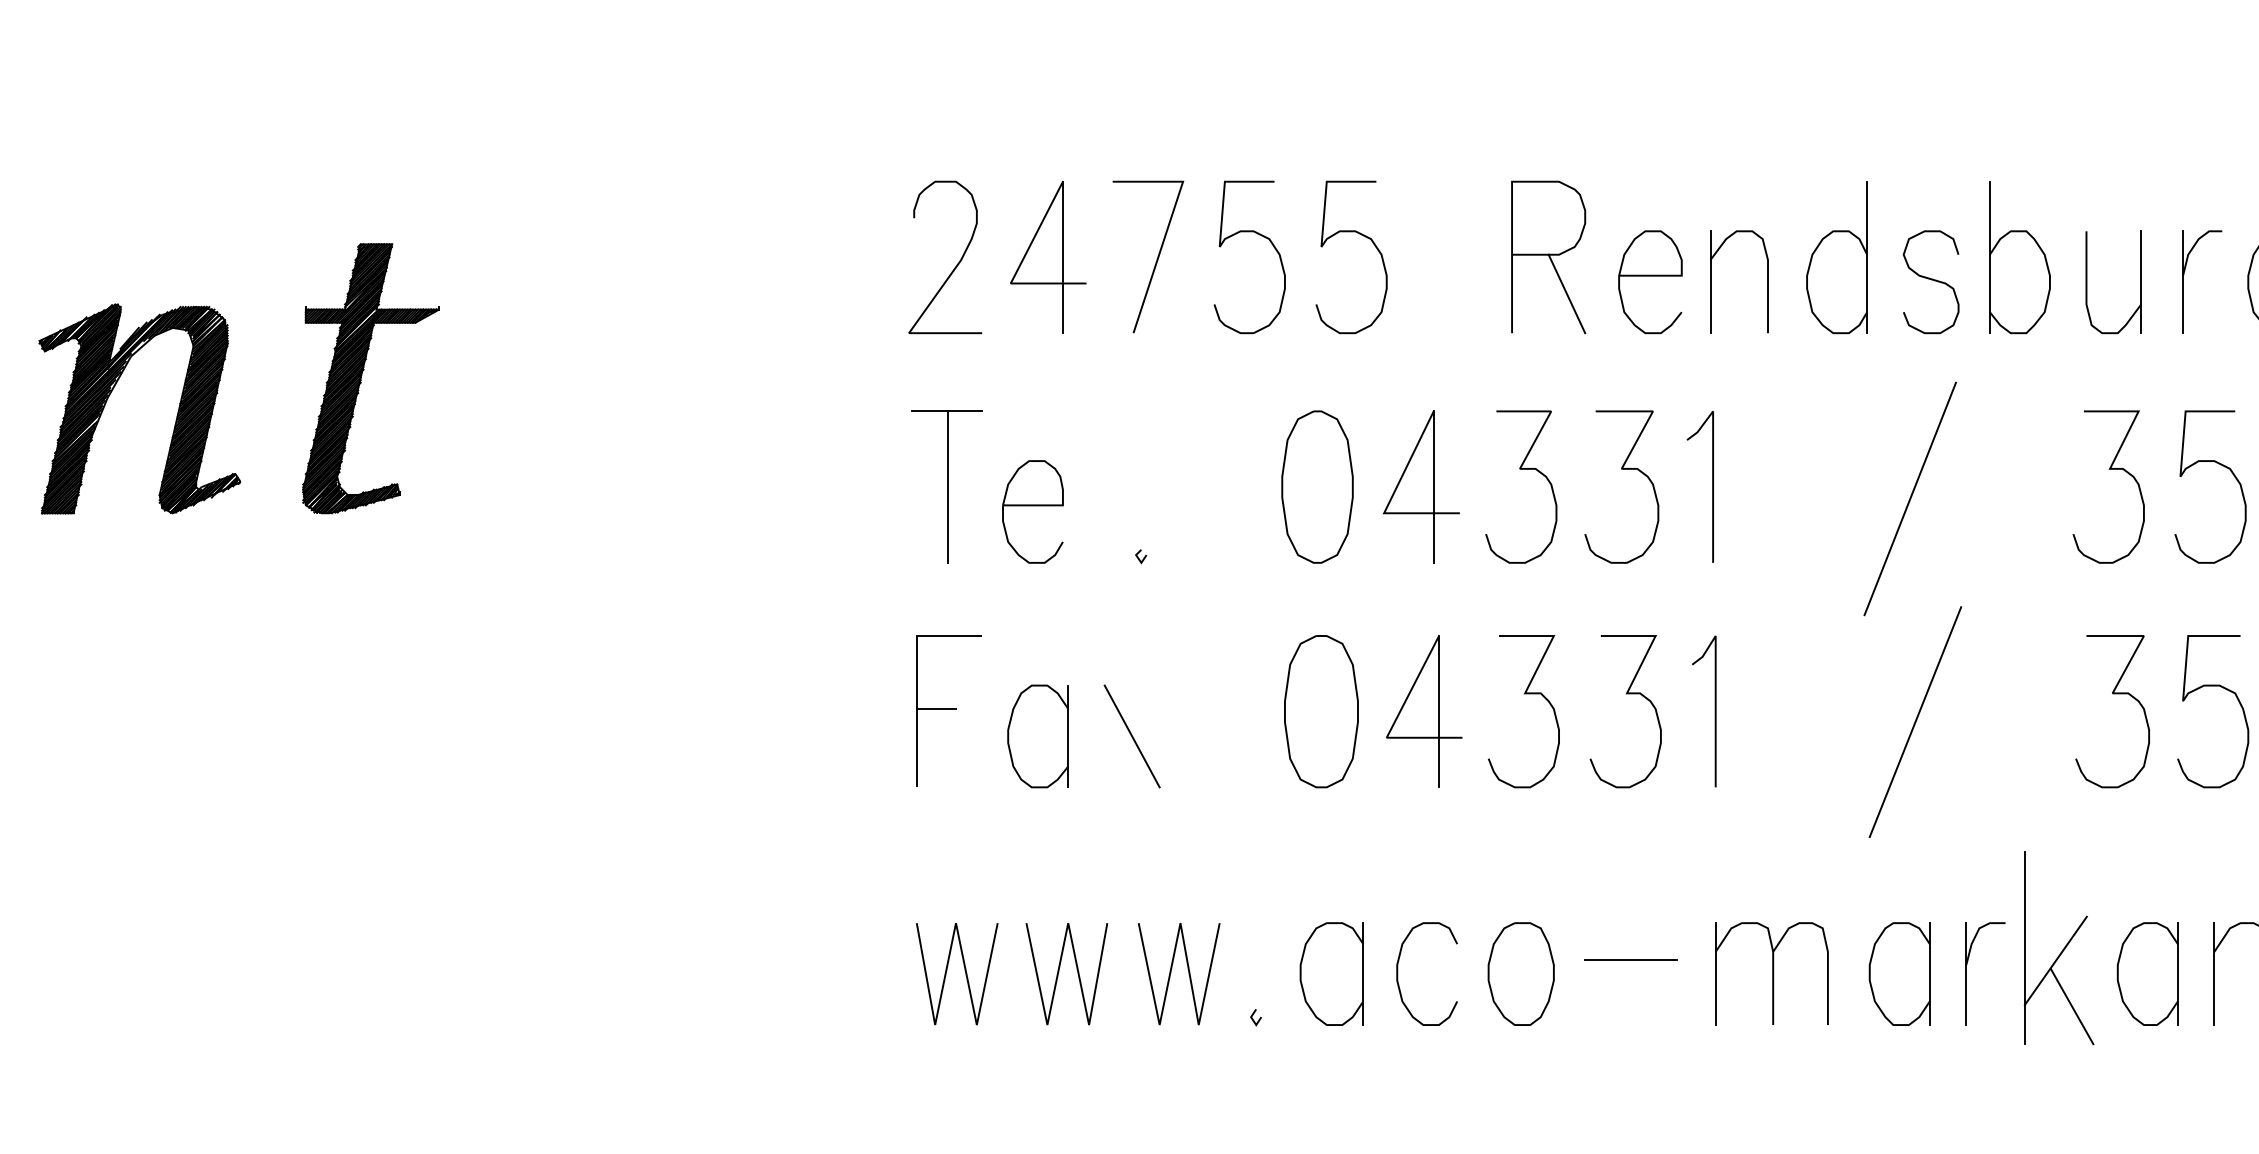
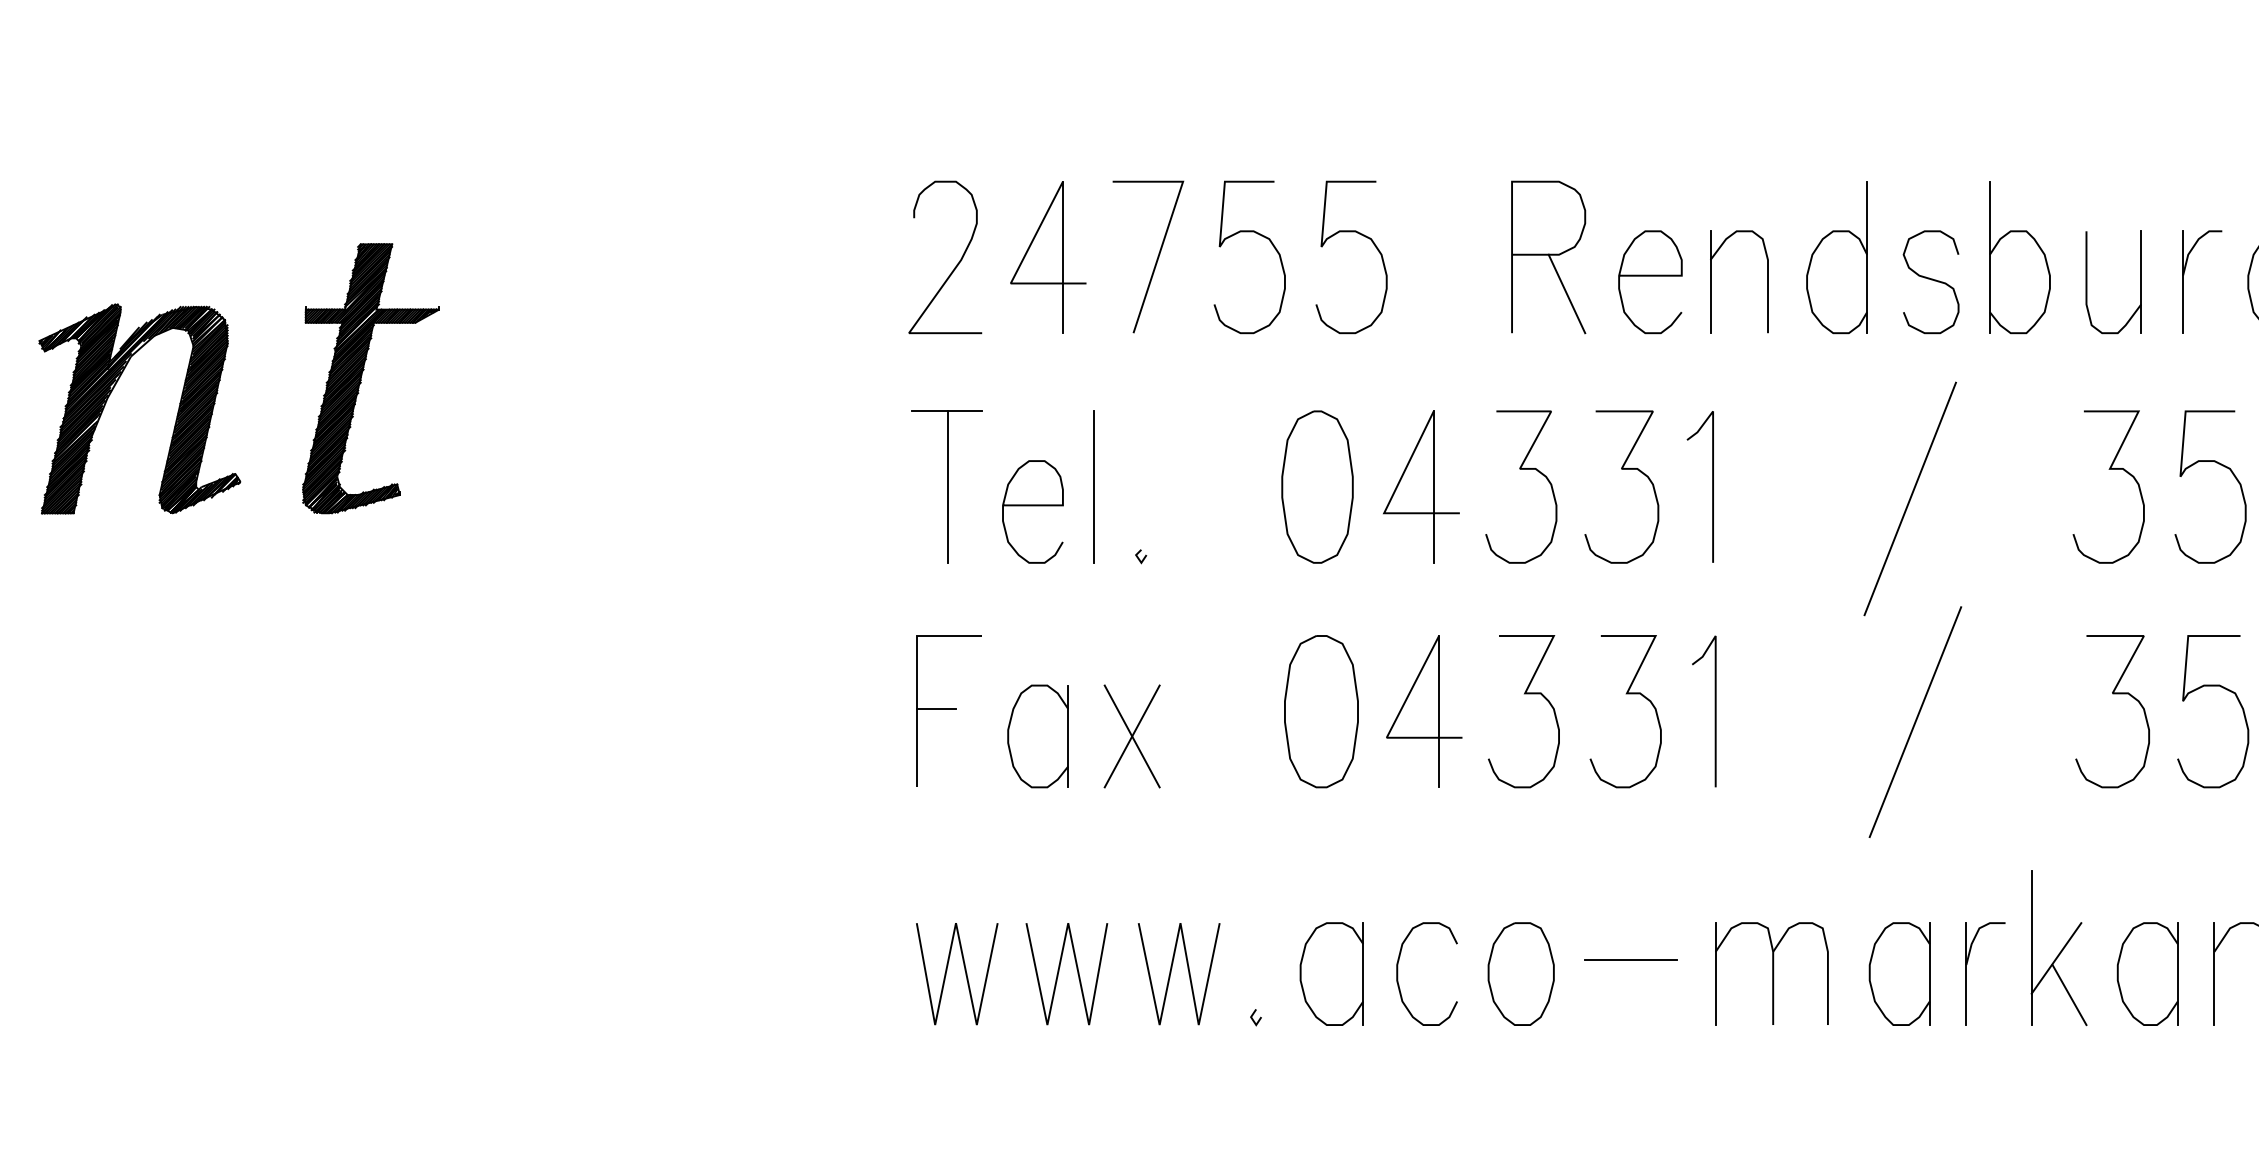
line at (1094, 486): none -> present
line at (1131, 736): none -> present
part at (2058, 948) size: 72x195 px -> 58x157 px
